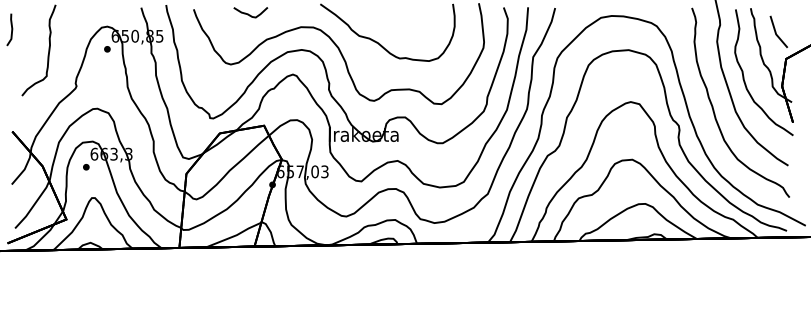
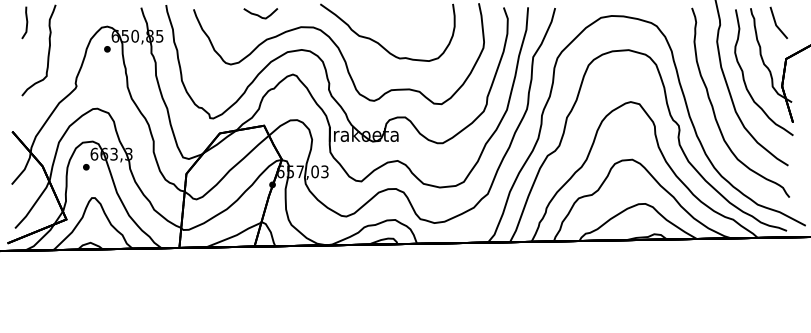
curve at (250, 14) position: (250, 14) -> (260, 15)
line at (11, 29) position: (11, 29) -> (26, 22)
line at (776, 31) position: (776, 31) -> (776, 22)
